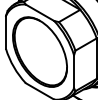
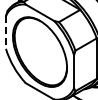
line at (6, 32): solid -> dashed
